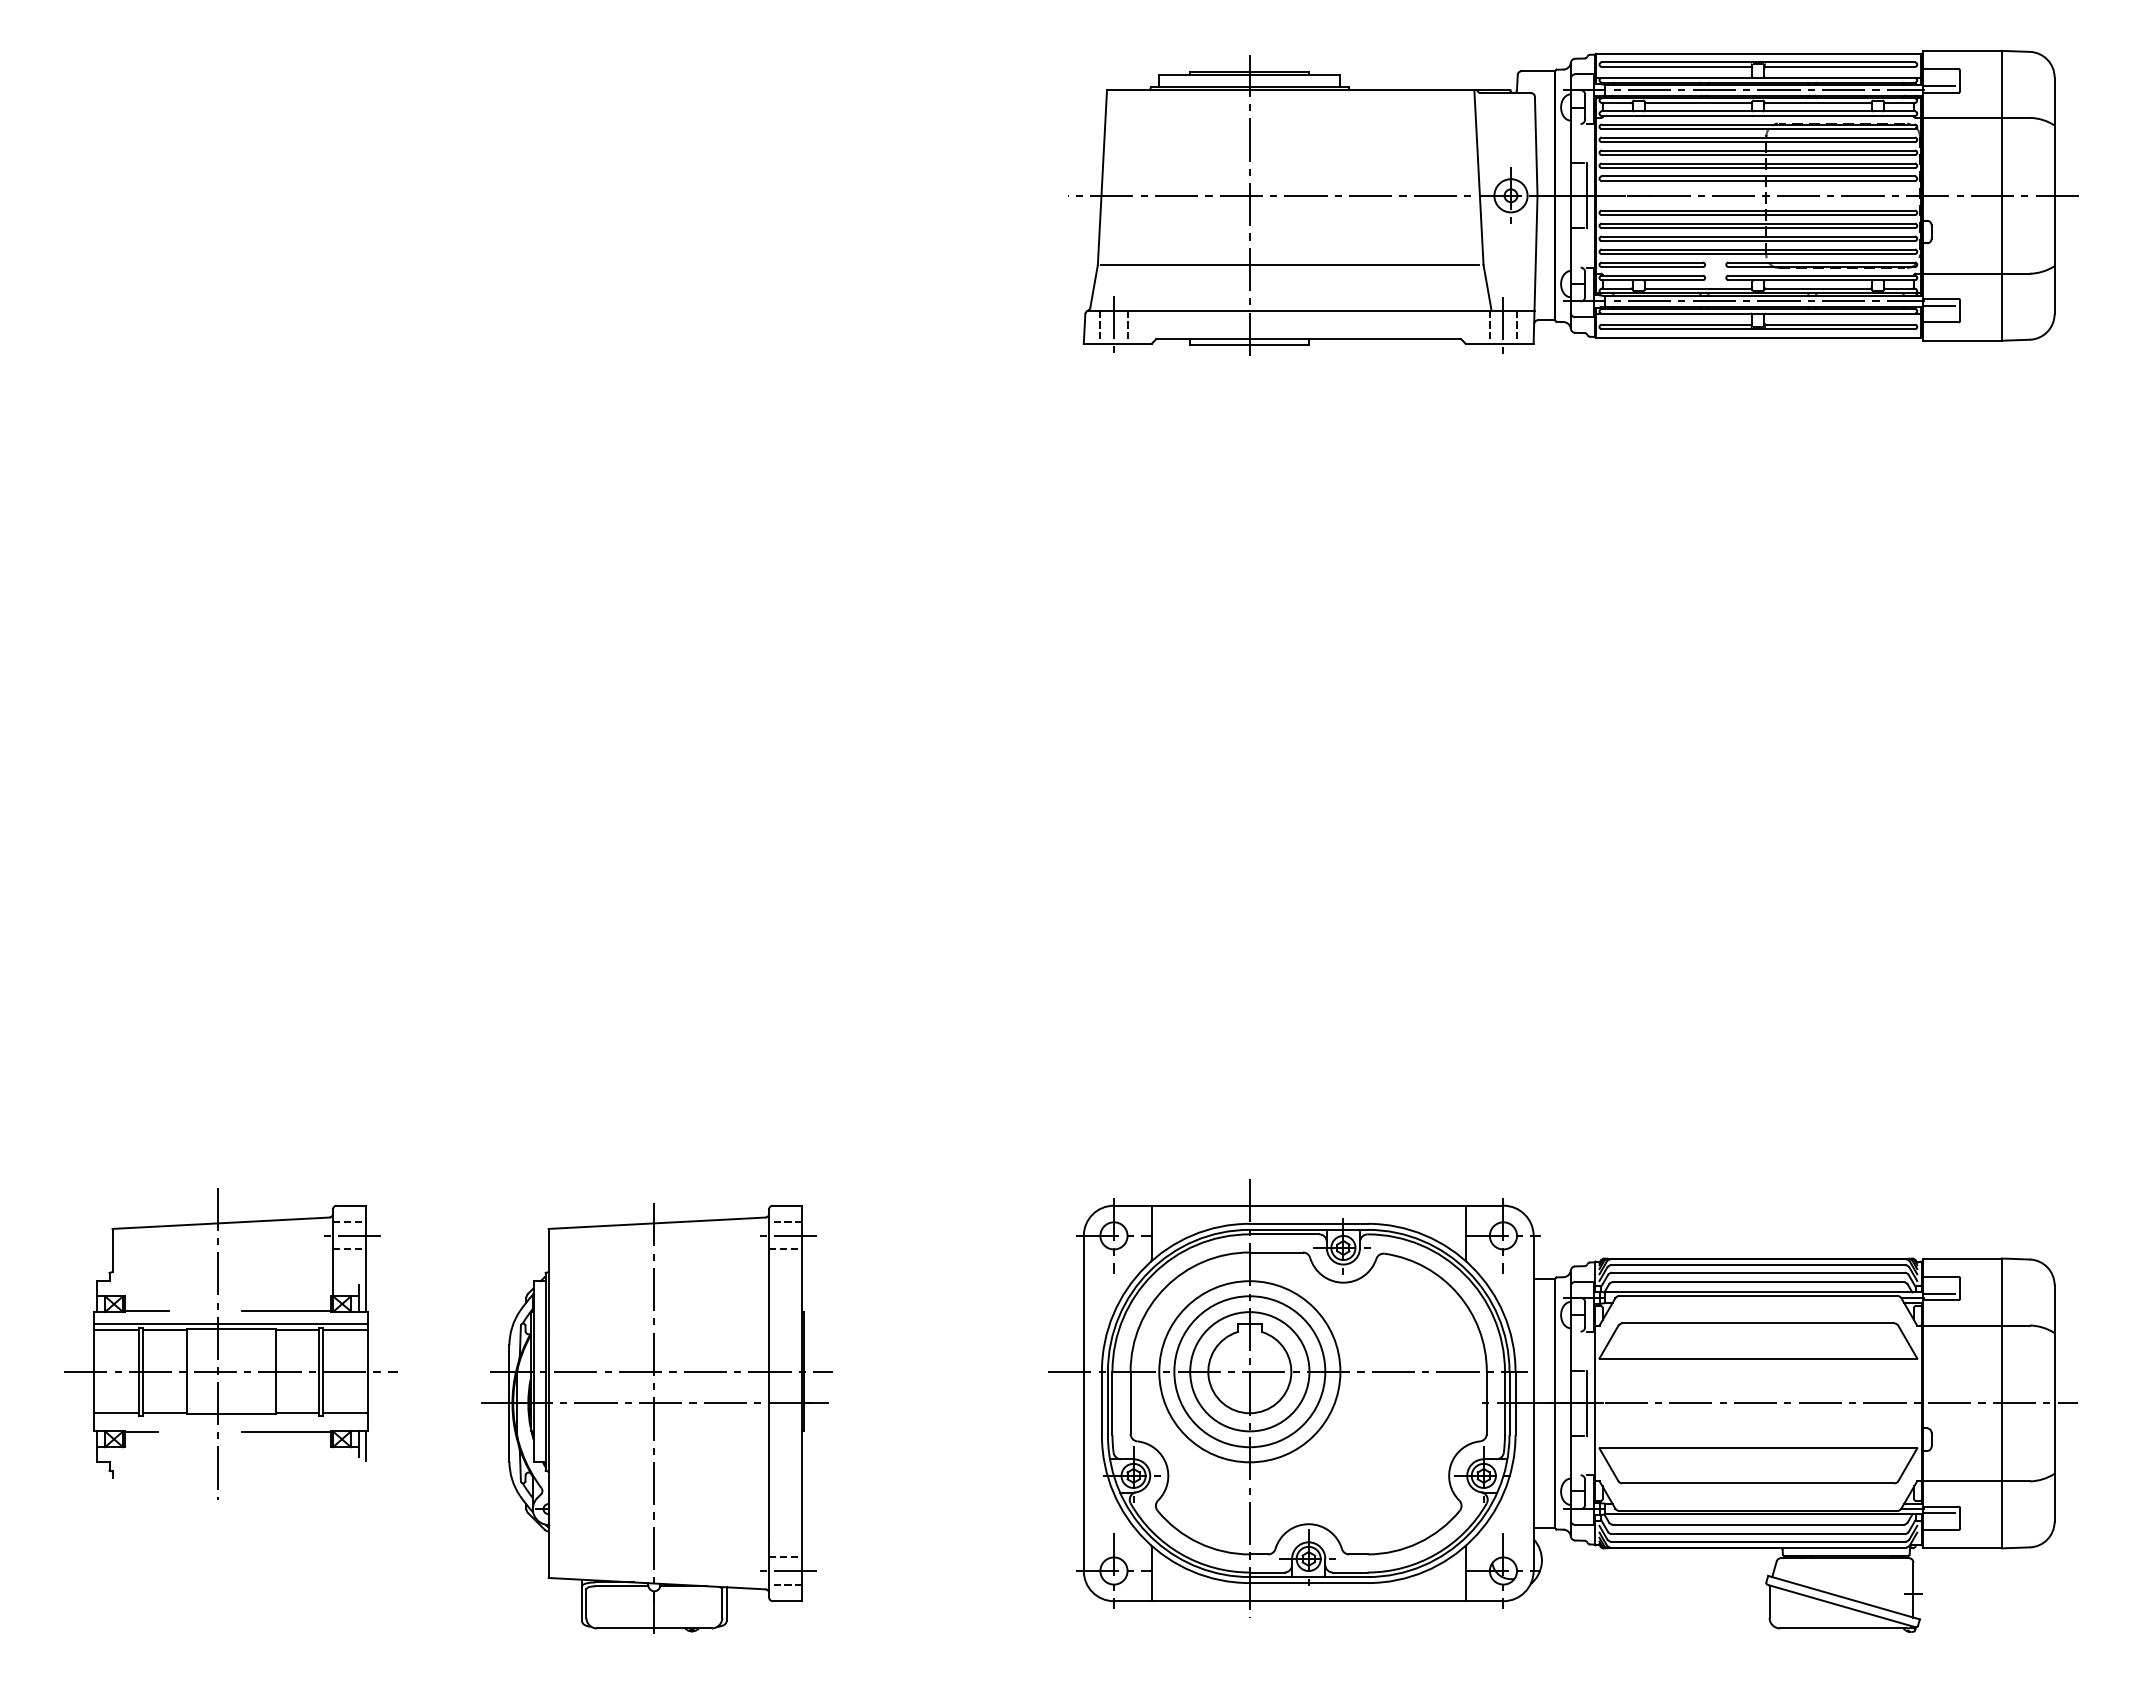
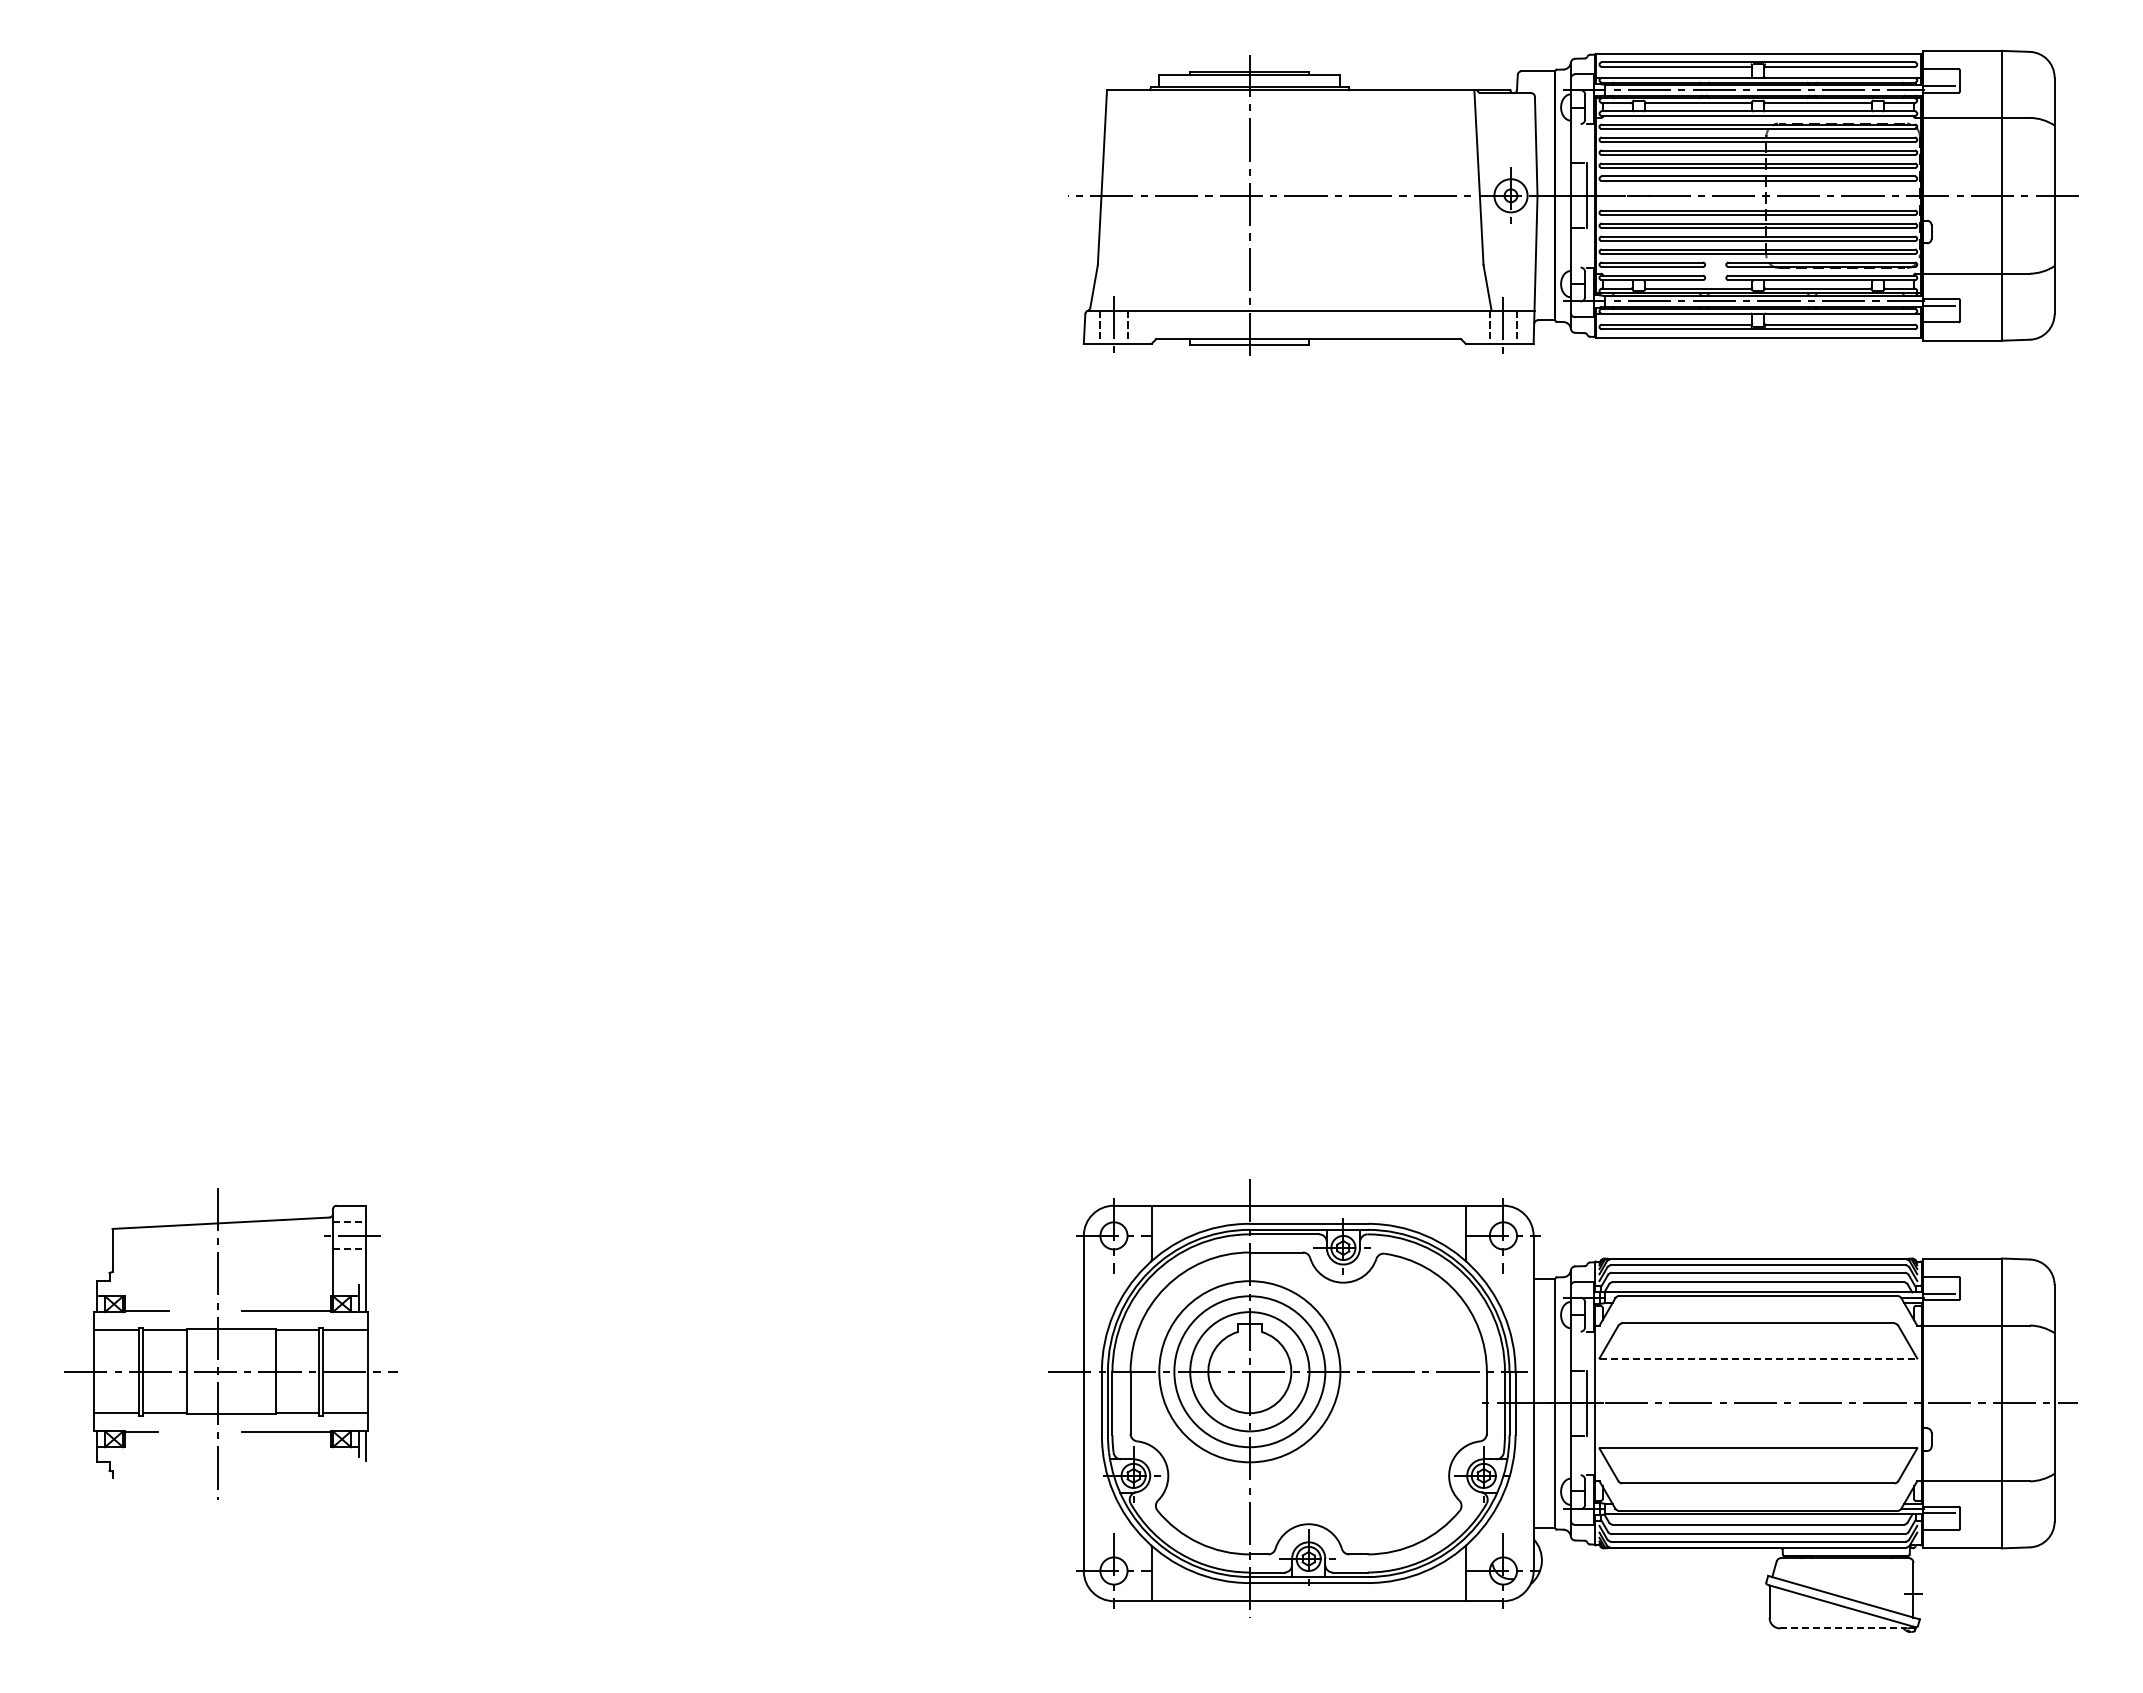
line at (1289, 265): present -> none
line at (230, 1323): present -> none
line at (1758, 1358): solid -> dashed
part at (656, 1418): present -> none
line at (1843, 1628): solid -> dashed
